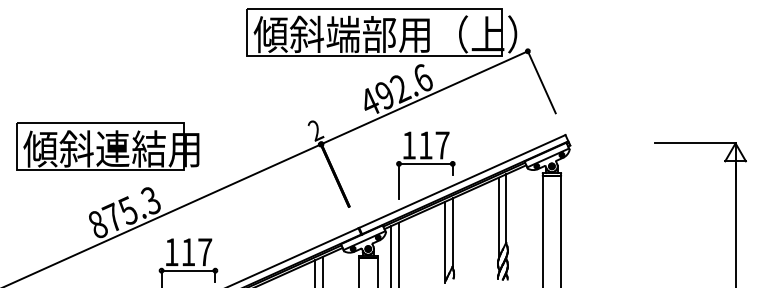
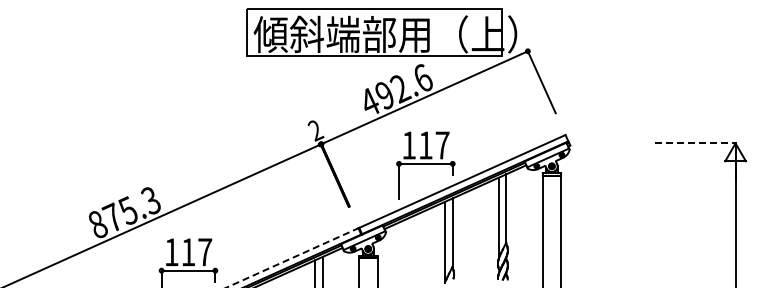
line at (696, 143): solid -> dashed
part at (107, 146): present -> none
line at (399, 253): present -> none
line at (391, 255): present -> none
line at (292, 257): solid -> dashed
